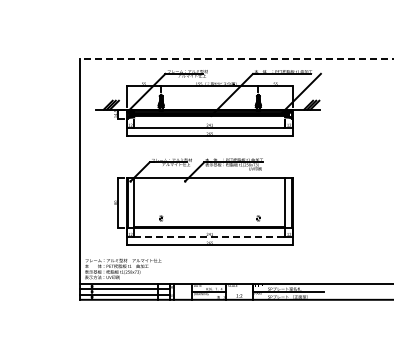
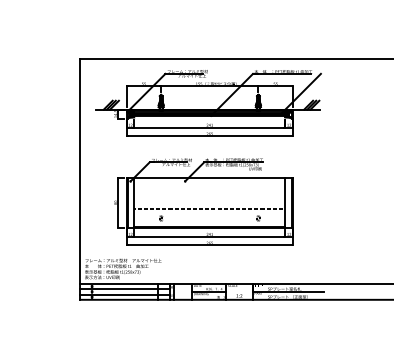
line at (236, 59): dashed -> solid
line at (209, 209): none -> present
line at (209, 236): dashed -> solid
